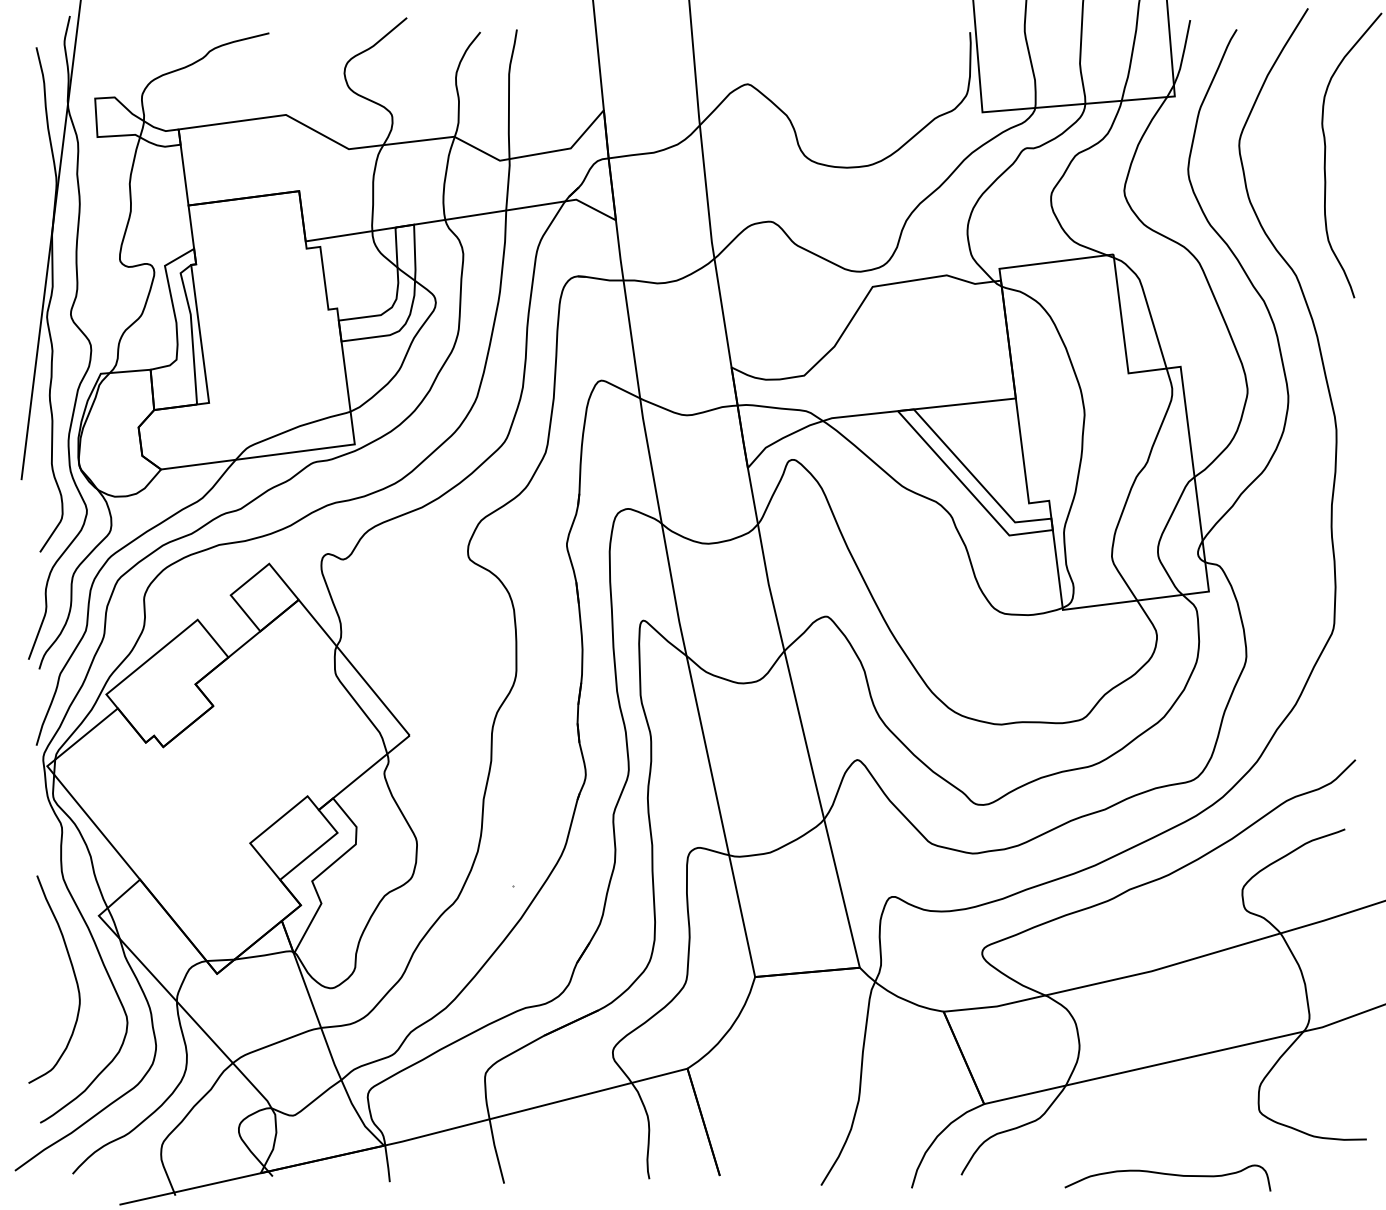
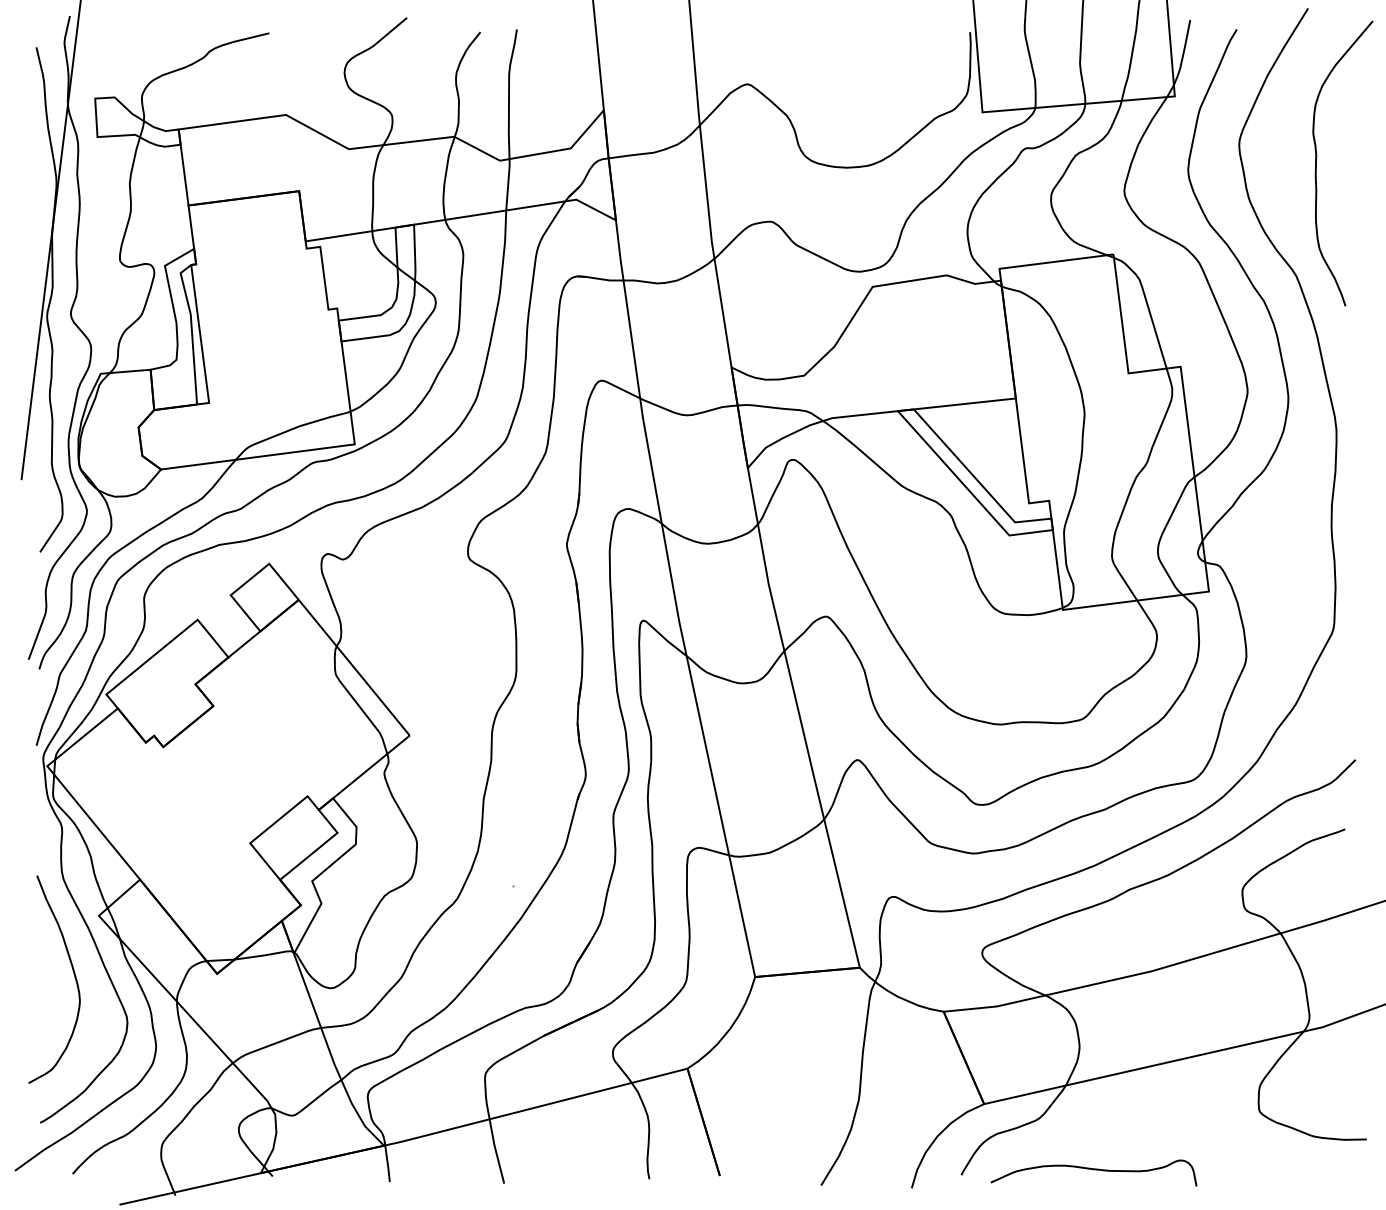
curve at (1326, 148) position: (1326, 148) -> (1317, 156)
curve at (1167, 1175) position: (1167, 1175) -> (1093, 1170)
